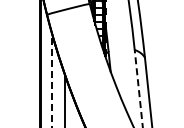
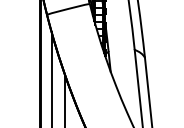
line at (51, 79): dashed -> solid
line at (138, 88): dashed -> solid
